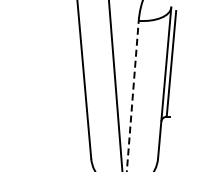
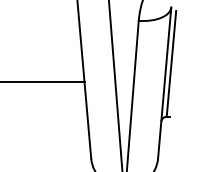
line at (43, 81): none -> present
line at (132, 95): dashed -> solid
